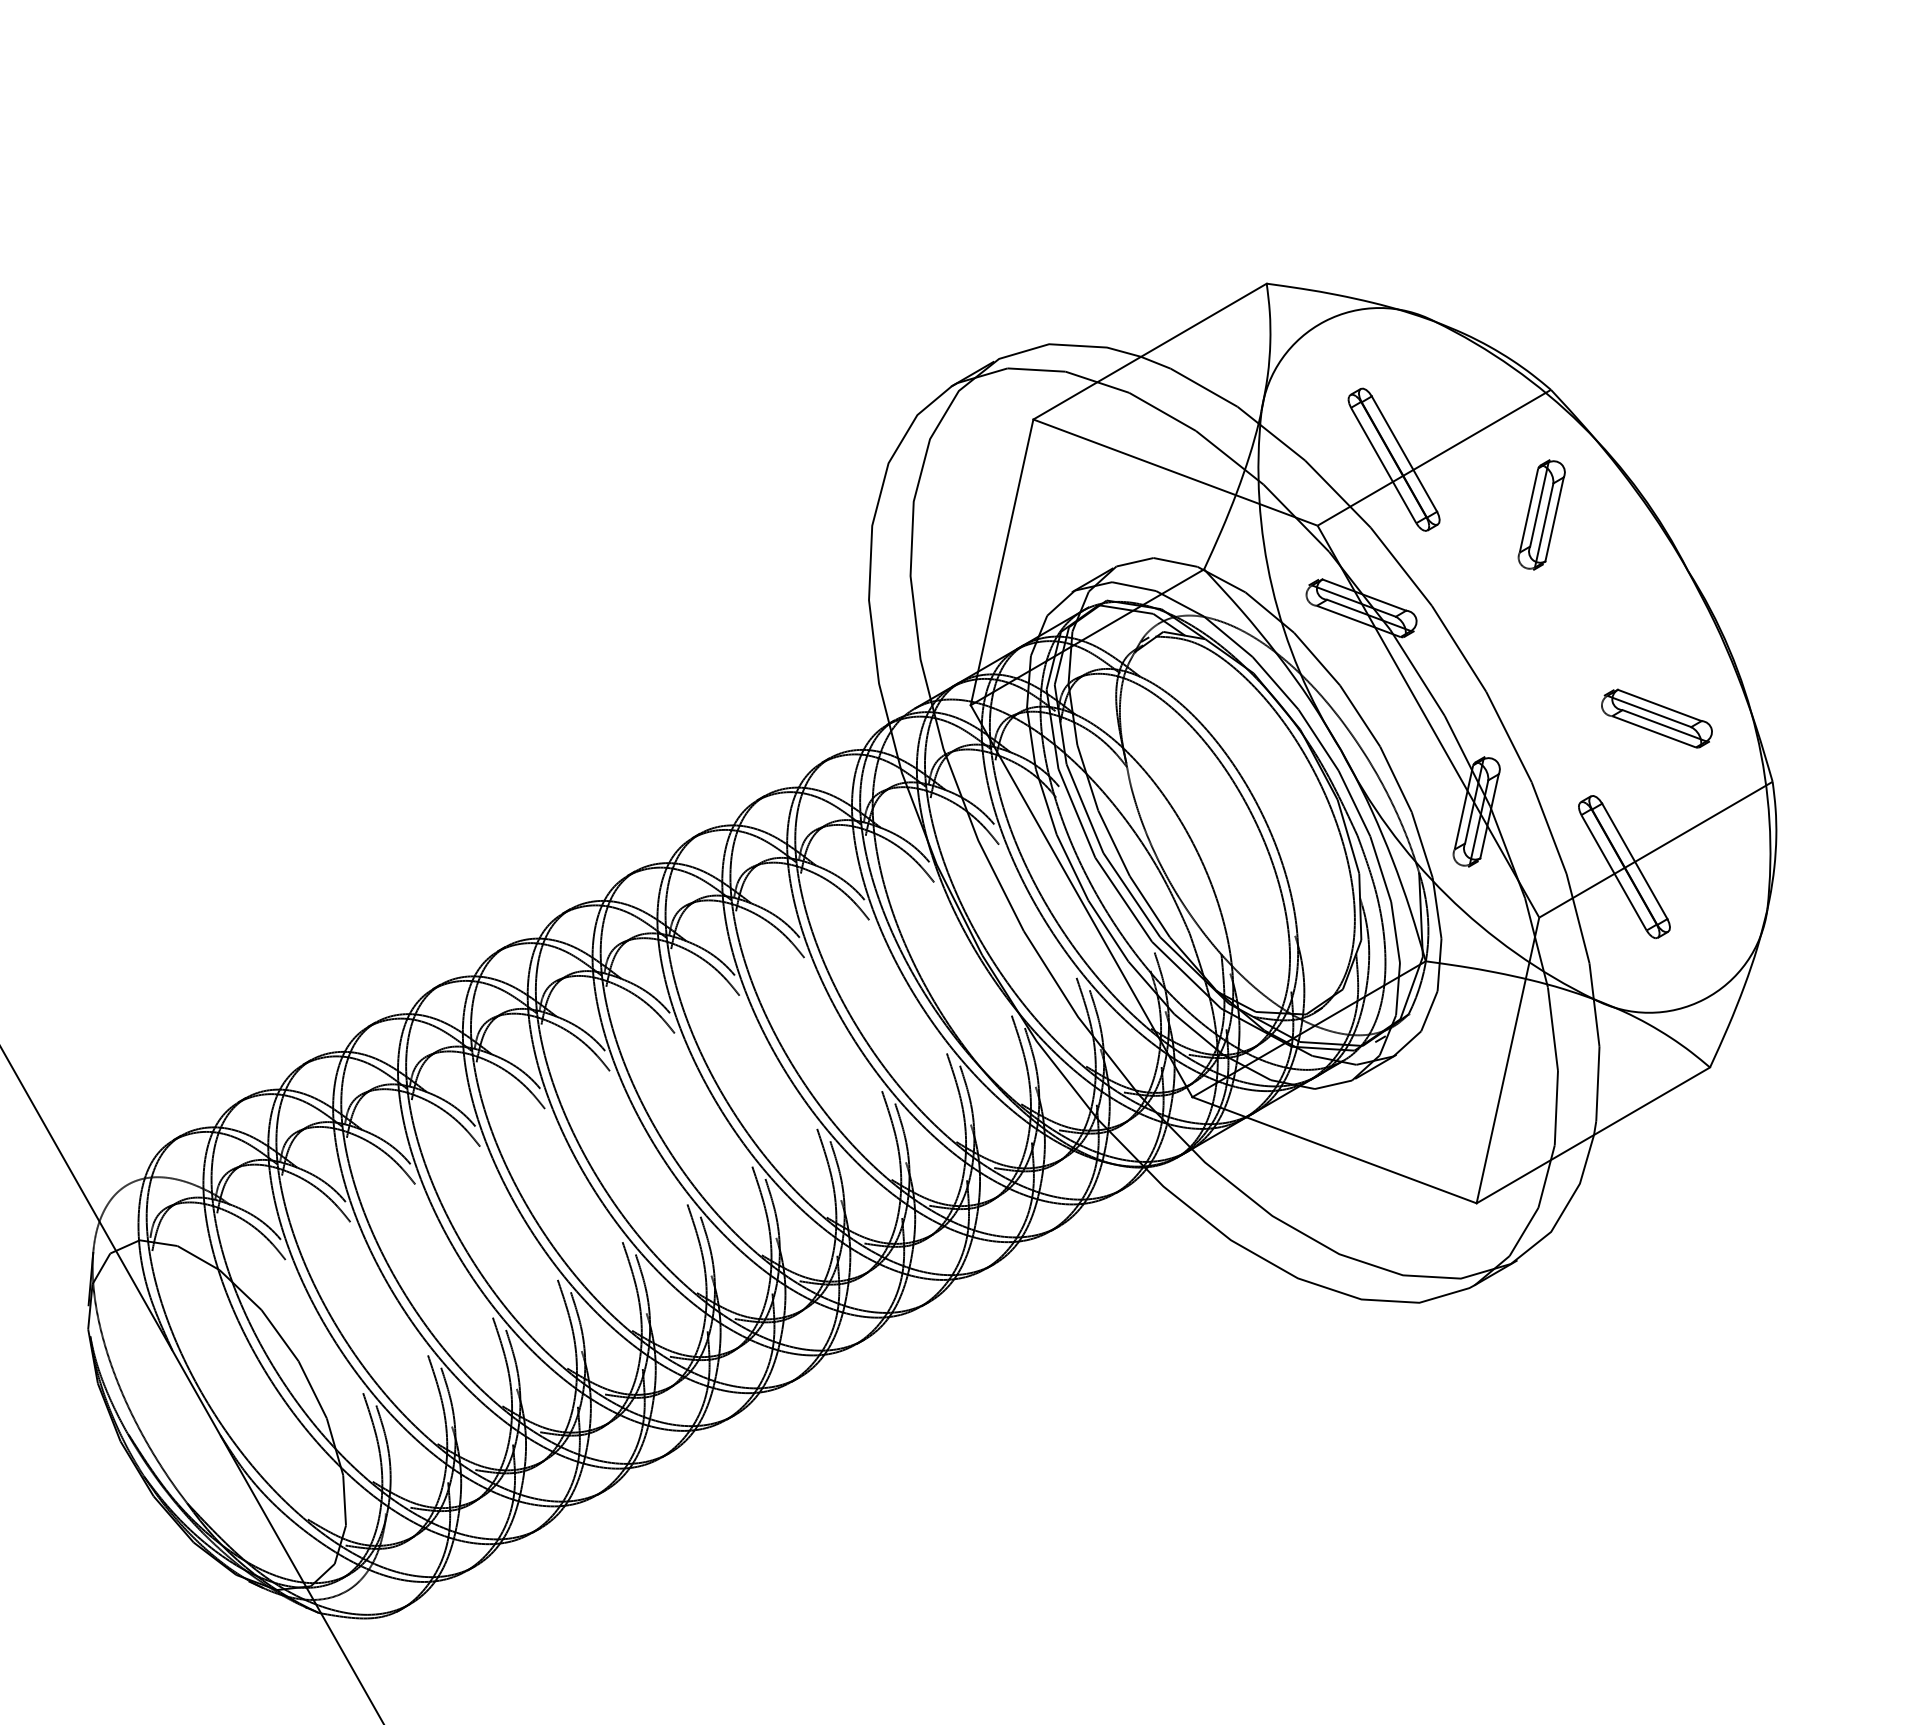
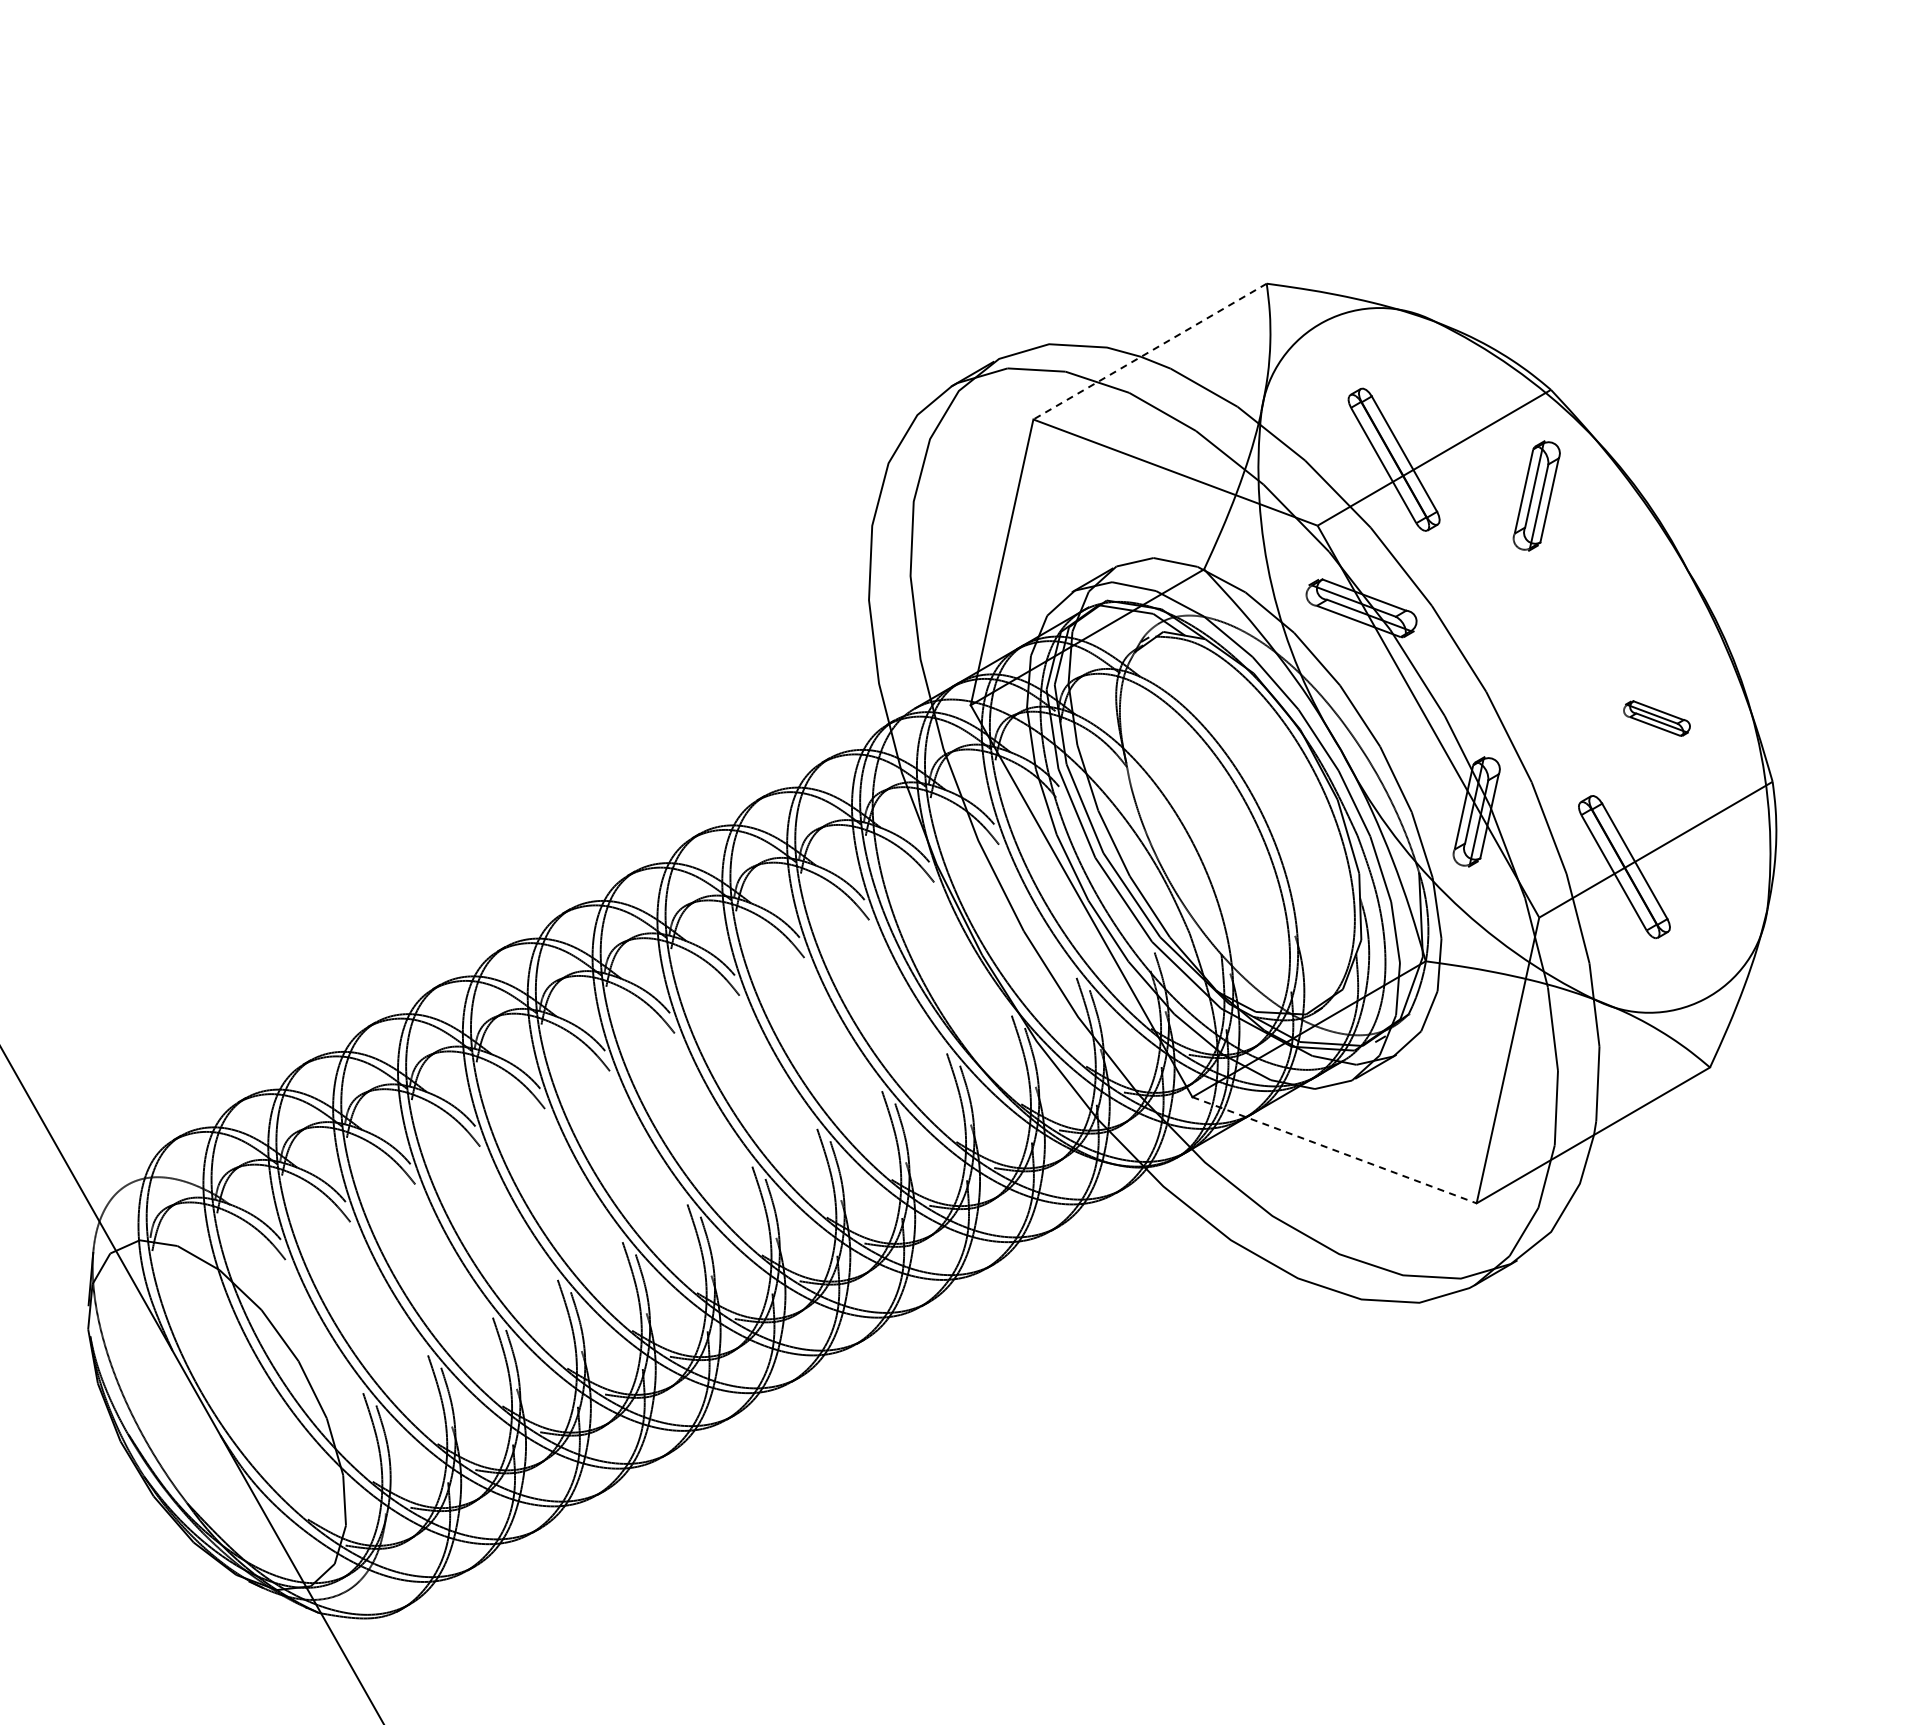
line at (1150, 351): solid -> dashed
part at (1541, 514) position: (1541, 514) -> (1536, 495)
part at (1656, 718) size: 112x61 px -> 68x37 px
line at (1334, 1150): solid -> dashed
